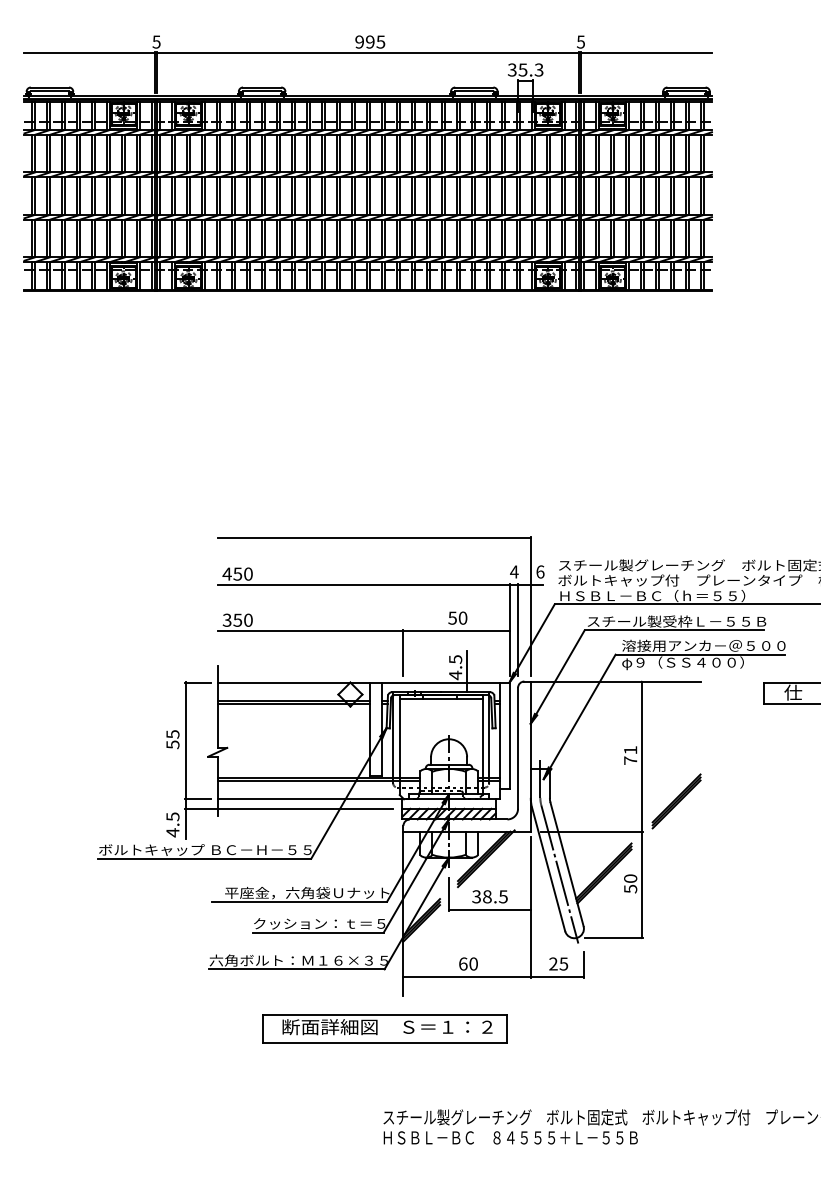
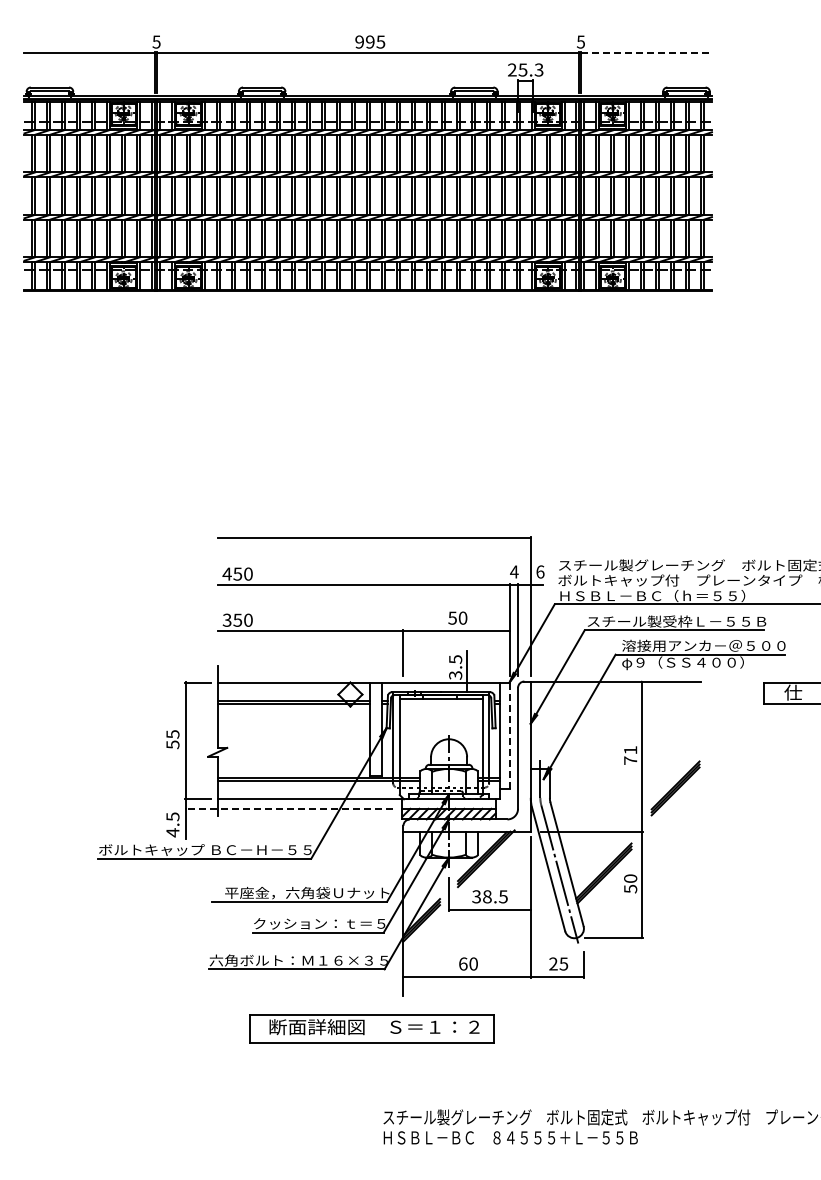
line at (647, 53): solid -> dashed
text at (511, 70): 35.3 -> 25.3
text at (455, 675): 4.5 -> 3.5
line at (509, 736): solid -> dashed
part at (676, 801) position: (676, 801) -> (675, 788)
line at (288, 808): solid -> dashed
part at (384, 1028) position: (384, 1028) -> (371, 1028)
